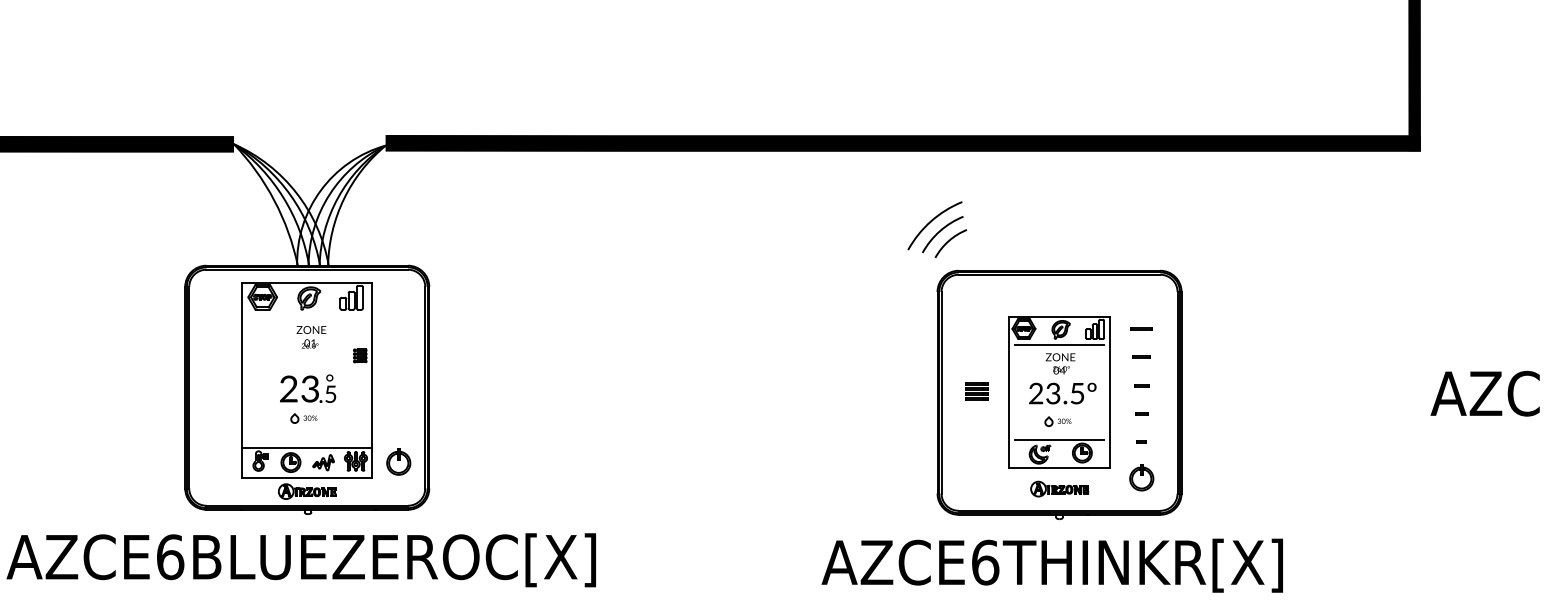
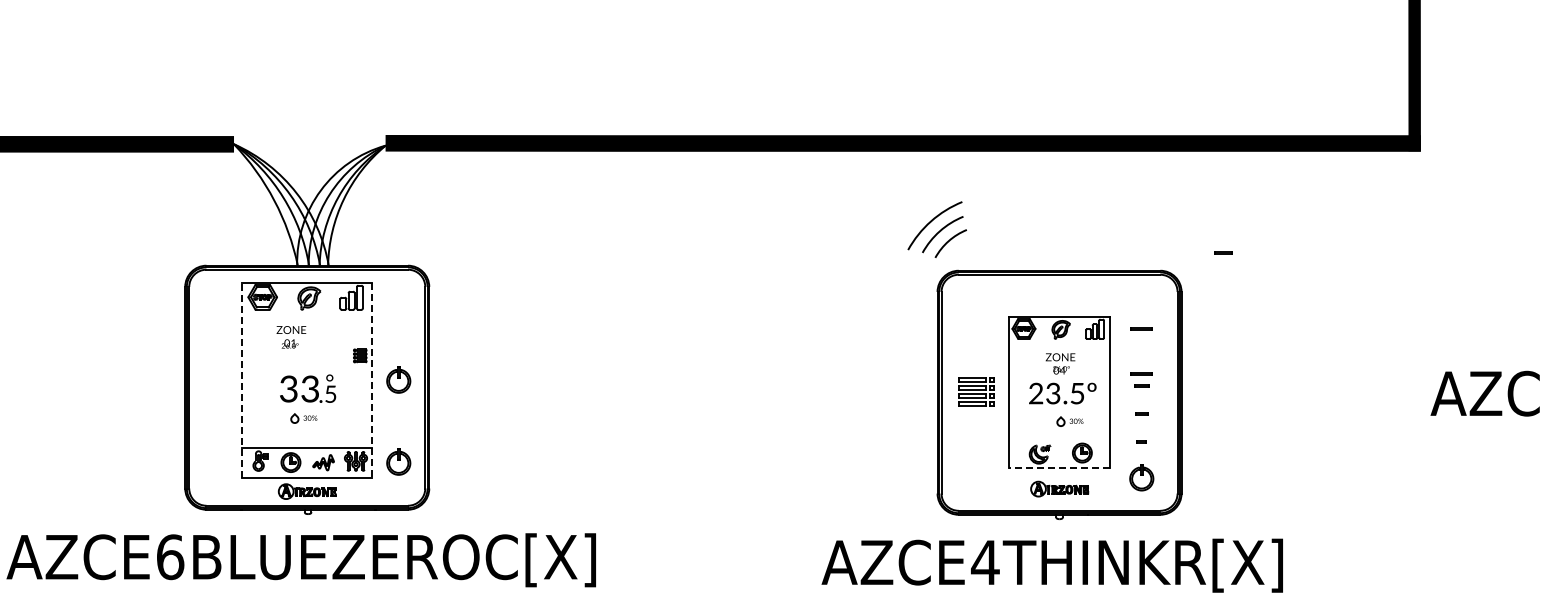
text at (311, 337) position: (311, 337) -> (291, 337)
line at (1059, 345): present -> none
line at (1141, 356) position: (1141, 356) -> (1223, 252)
line at (1141, 373): none -> present
line at (242, 379): solid -> dashed
part at (398, 379): none -> present
line at (372, 380): solid -> dashed
text at (288, 390): 23 -> 33
part at (976, 391) size: 24x19 px -> 37x30 px
part at (1057, 421) position: (1057, 421) -> (1069, 421)
line at (1059, 440): present -> none
line at (1059, 468): solid -> dashed
text at (985, 562): AZCE6THINKR[X] -> AZCE4THINKR[X]
